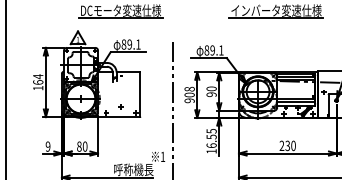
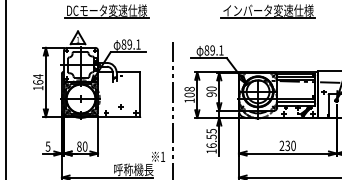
part at (120, 11) position: (120, 11) -> (106, 11)
part at (275, 11) position: (275, 11) -> (267, 11)
text at (189, 100): 908 -> 108
text at (47, 146): 9 -> 5
